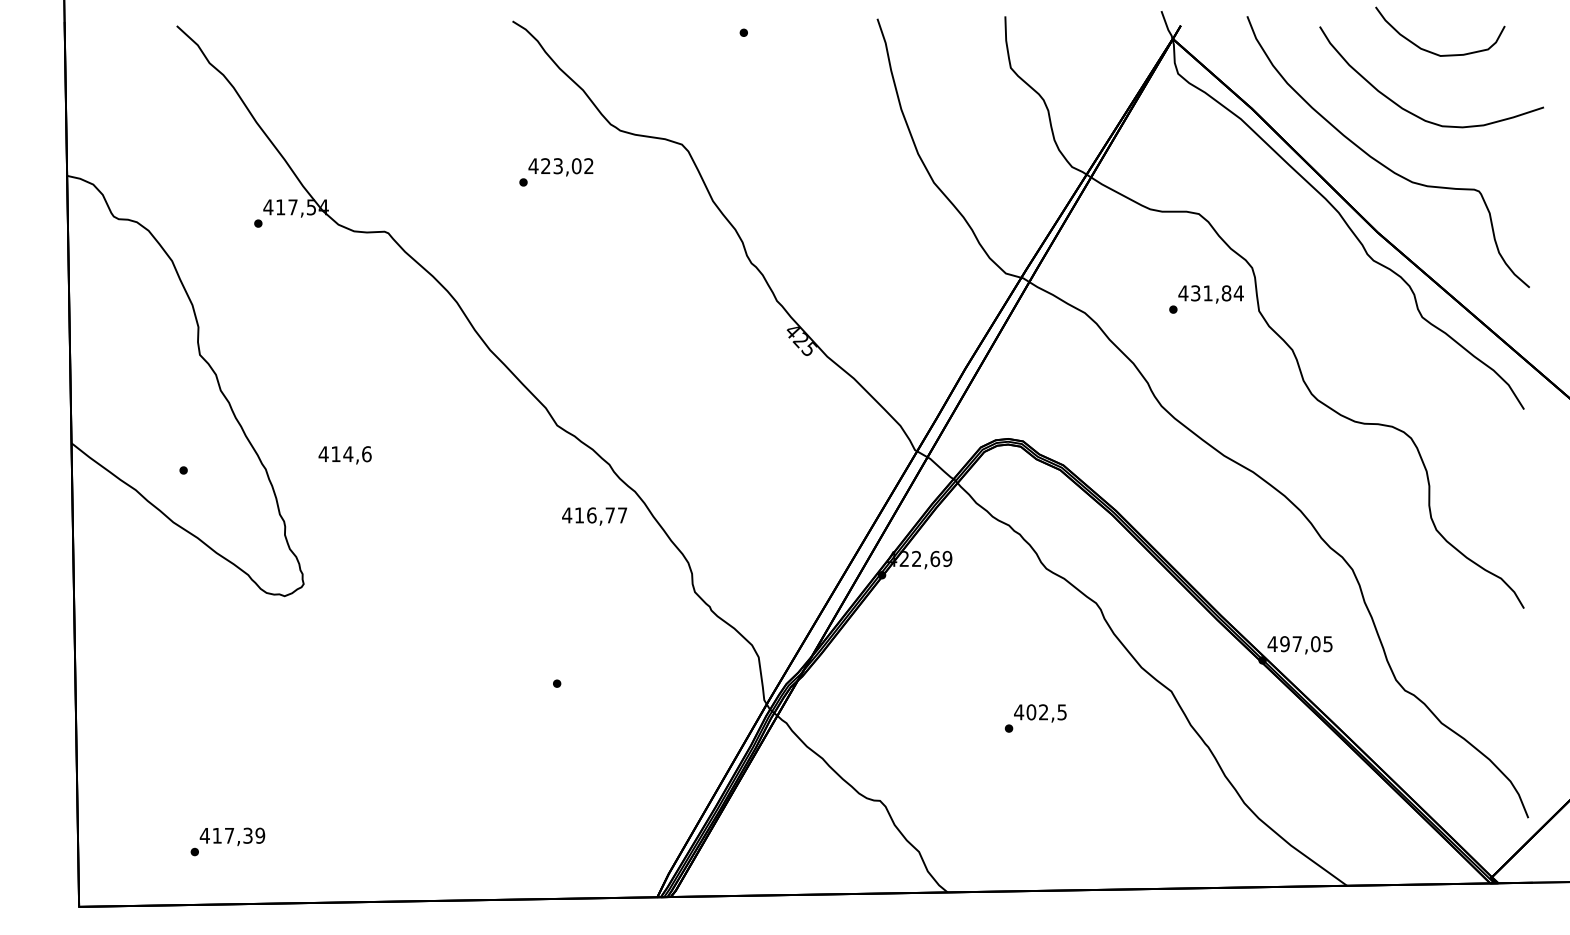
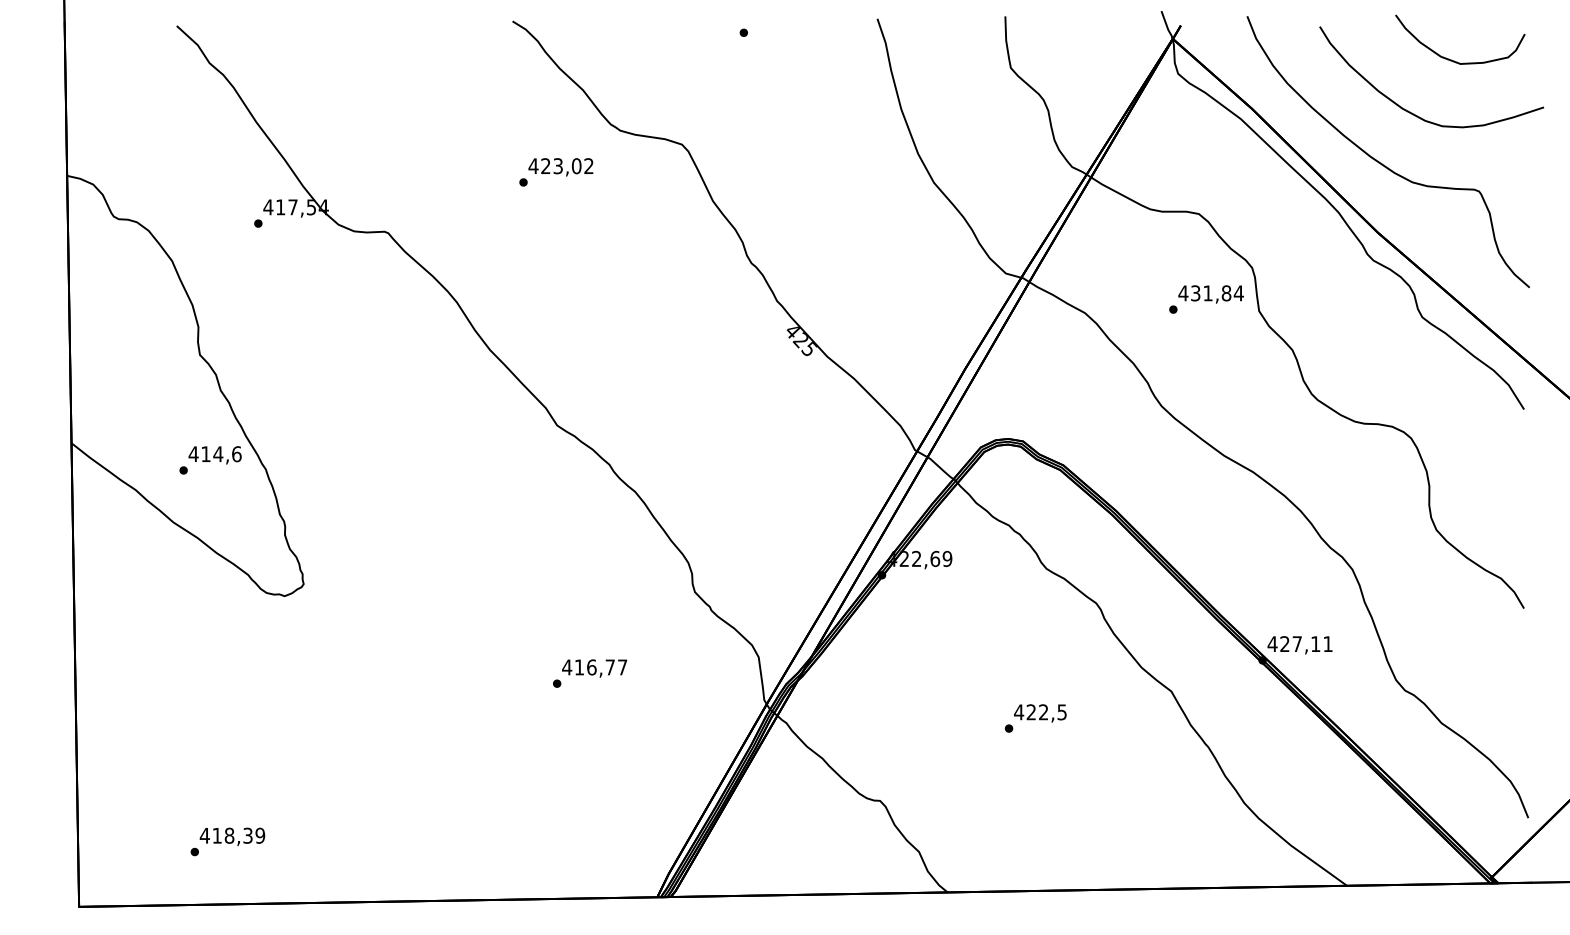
curve at (1434, 52) position: (1434, 52) -> (1454, 60)
text at (344, 455) position: (344, 455) -> (214, 455)
text at (594, 516) position: (594, 516) -> (594, 668)
text at (1306, 644): 497,05 -> 427,11
text at (1031, 712): 402,5 -> 422,5
text at (229, 835): 417,39 -> 418,39
